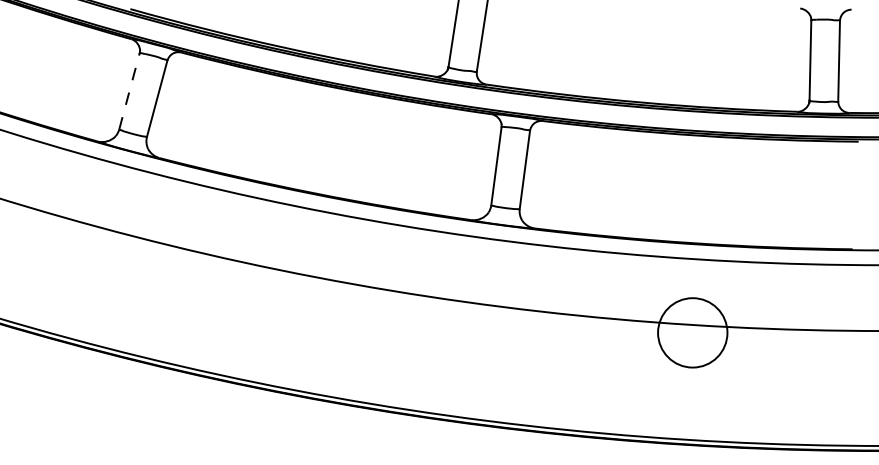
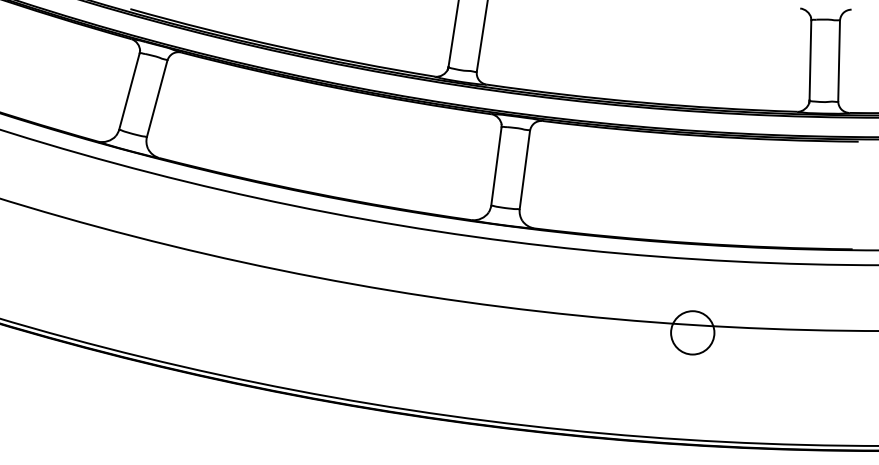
line at (129, 90): dashed -> solid
circle at (692, 332) diameter: 69 px -> 43 px
